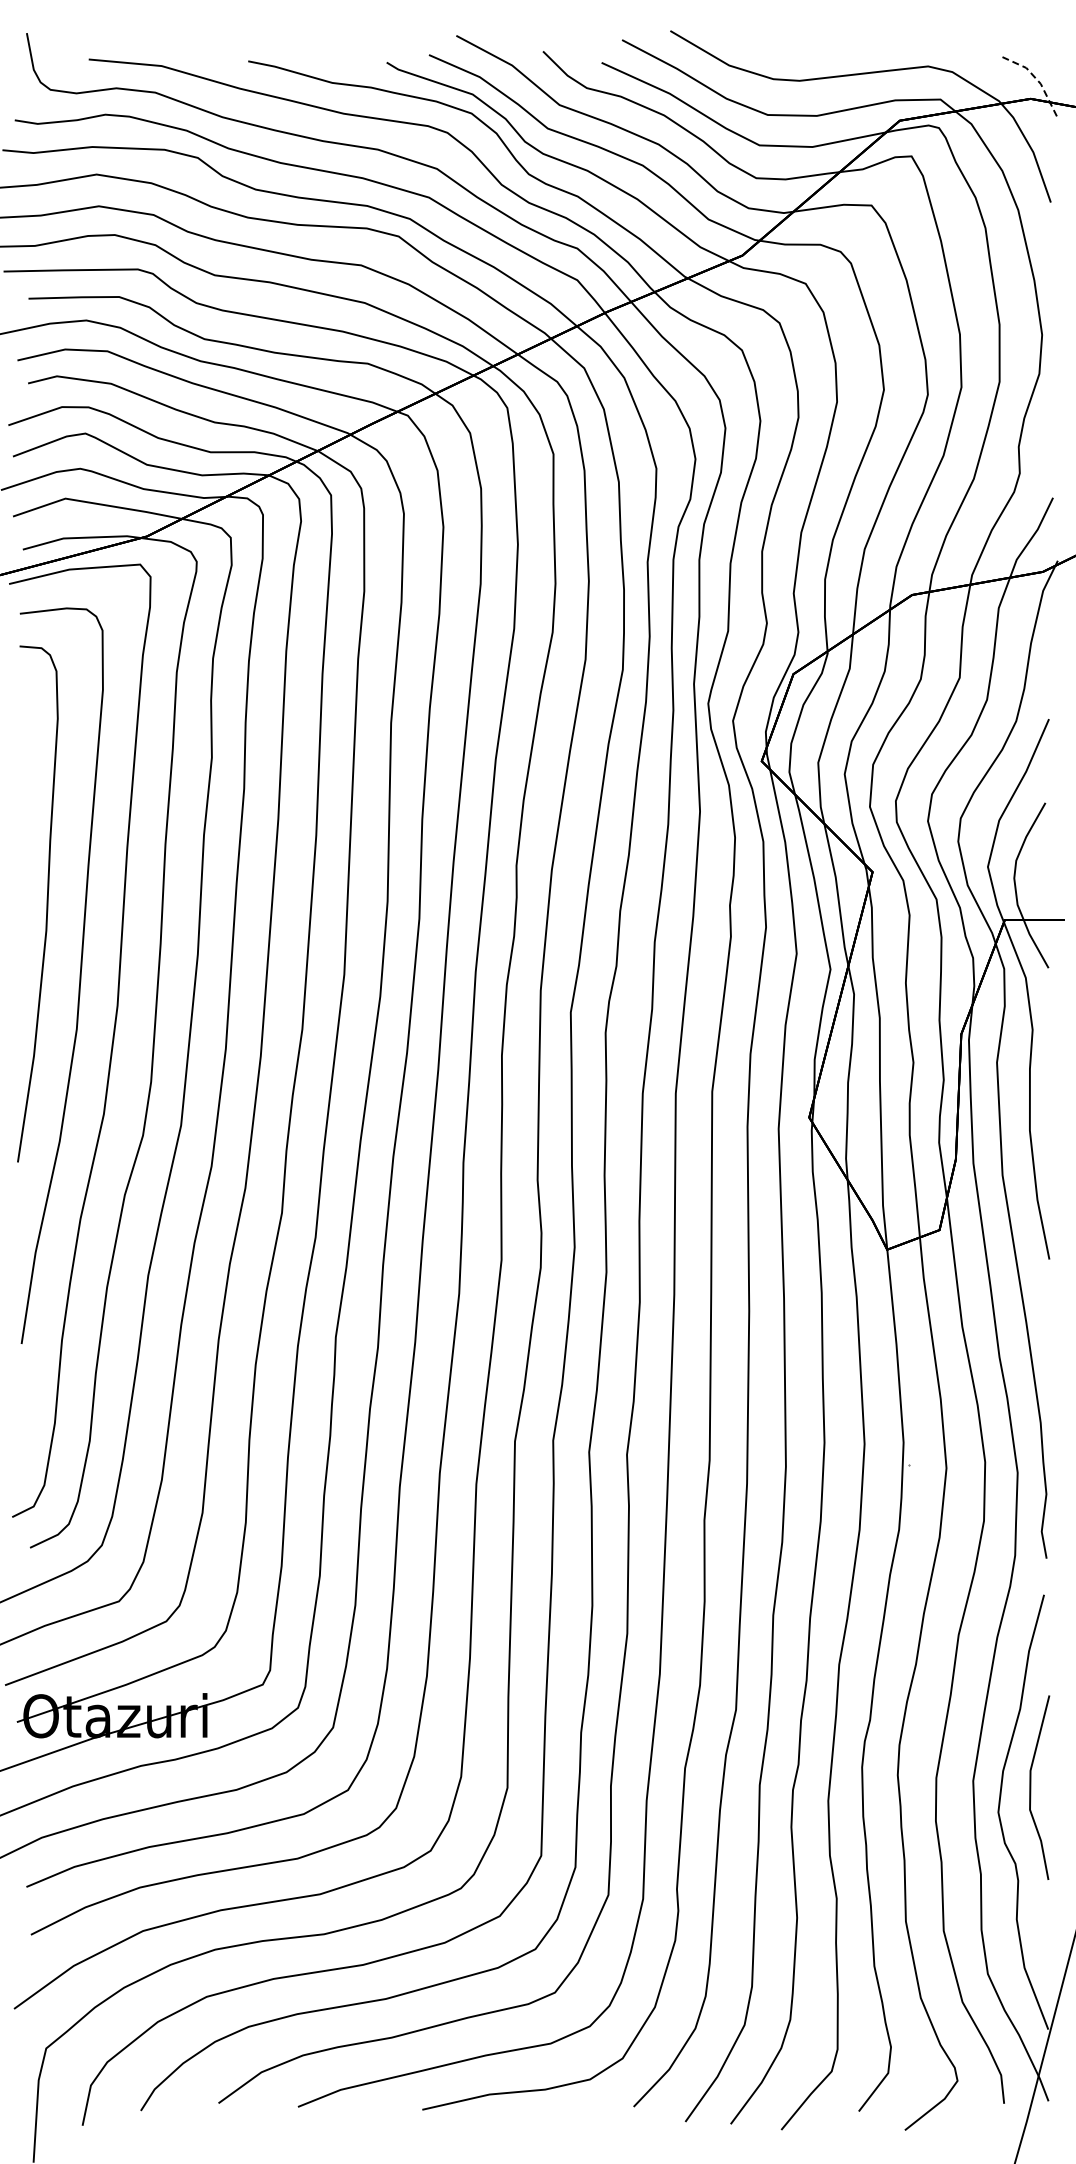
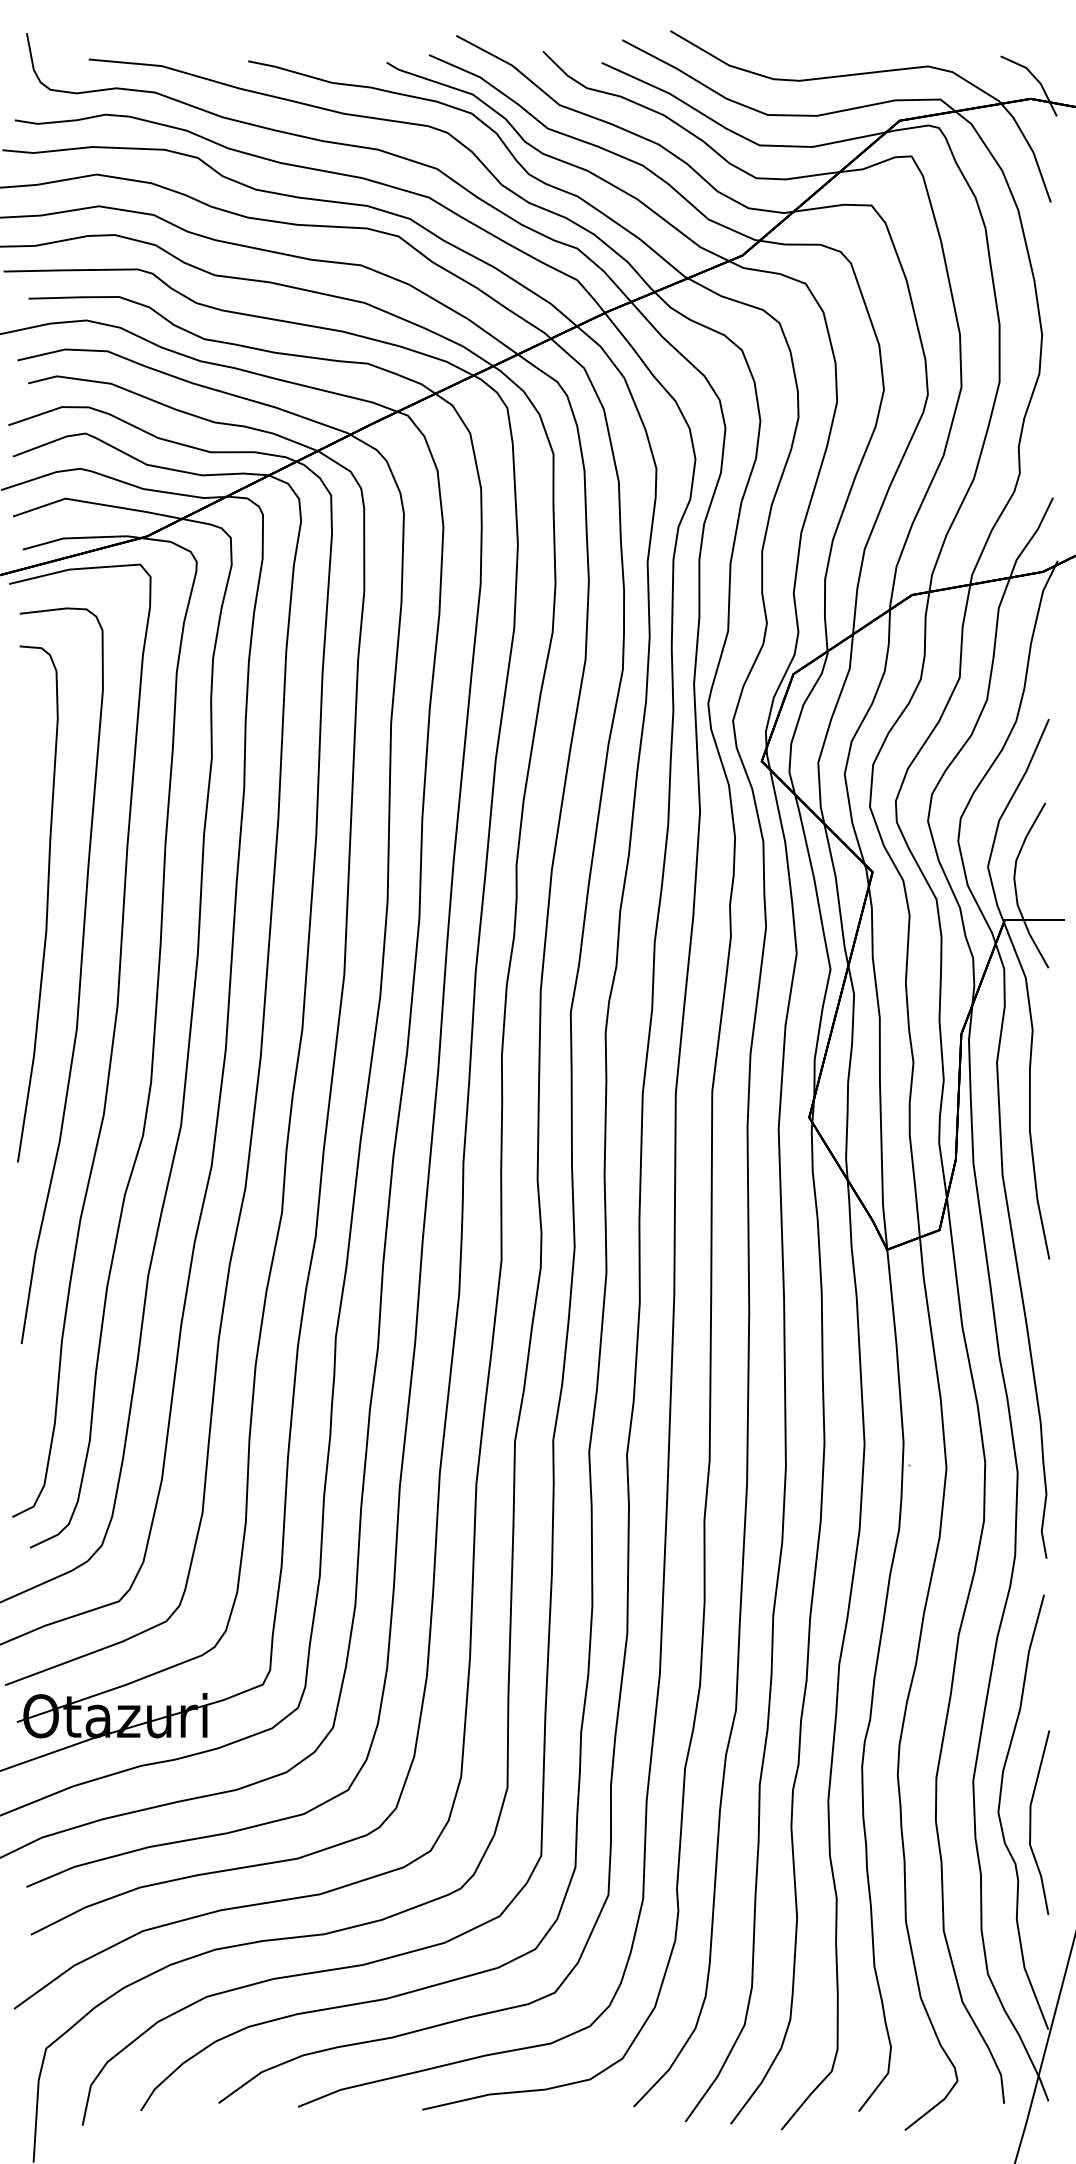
line at (1036, 78): dashed -> solid
line at (1031, 1787) position: (1031, 1787) -> (1031, 1822)
